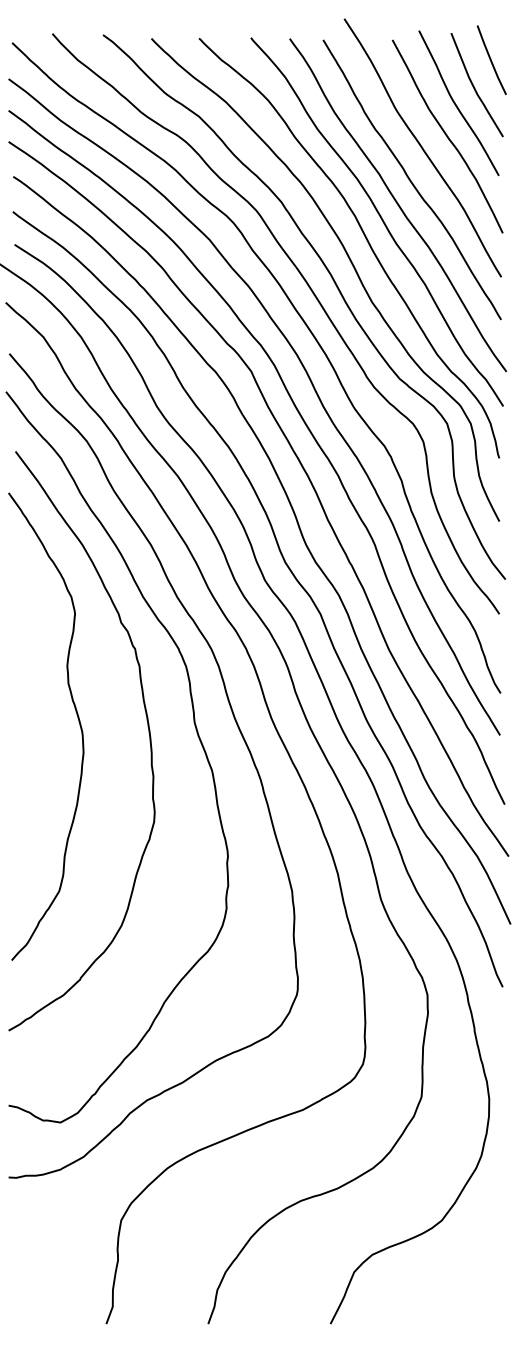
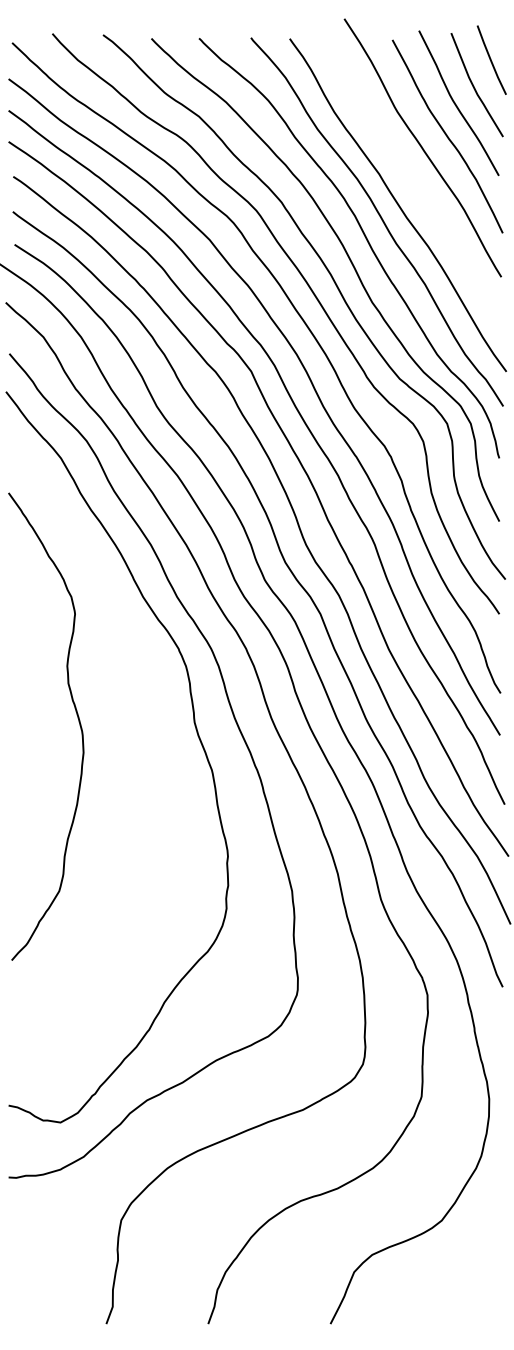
curve at (410, 179): present -> none
curve at (148, 733): present -> none
